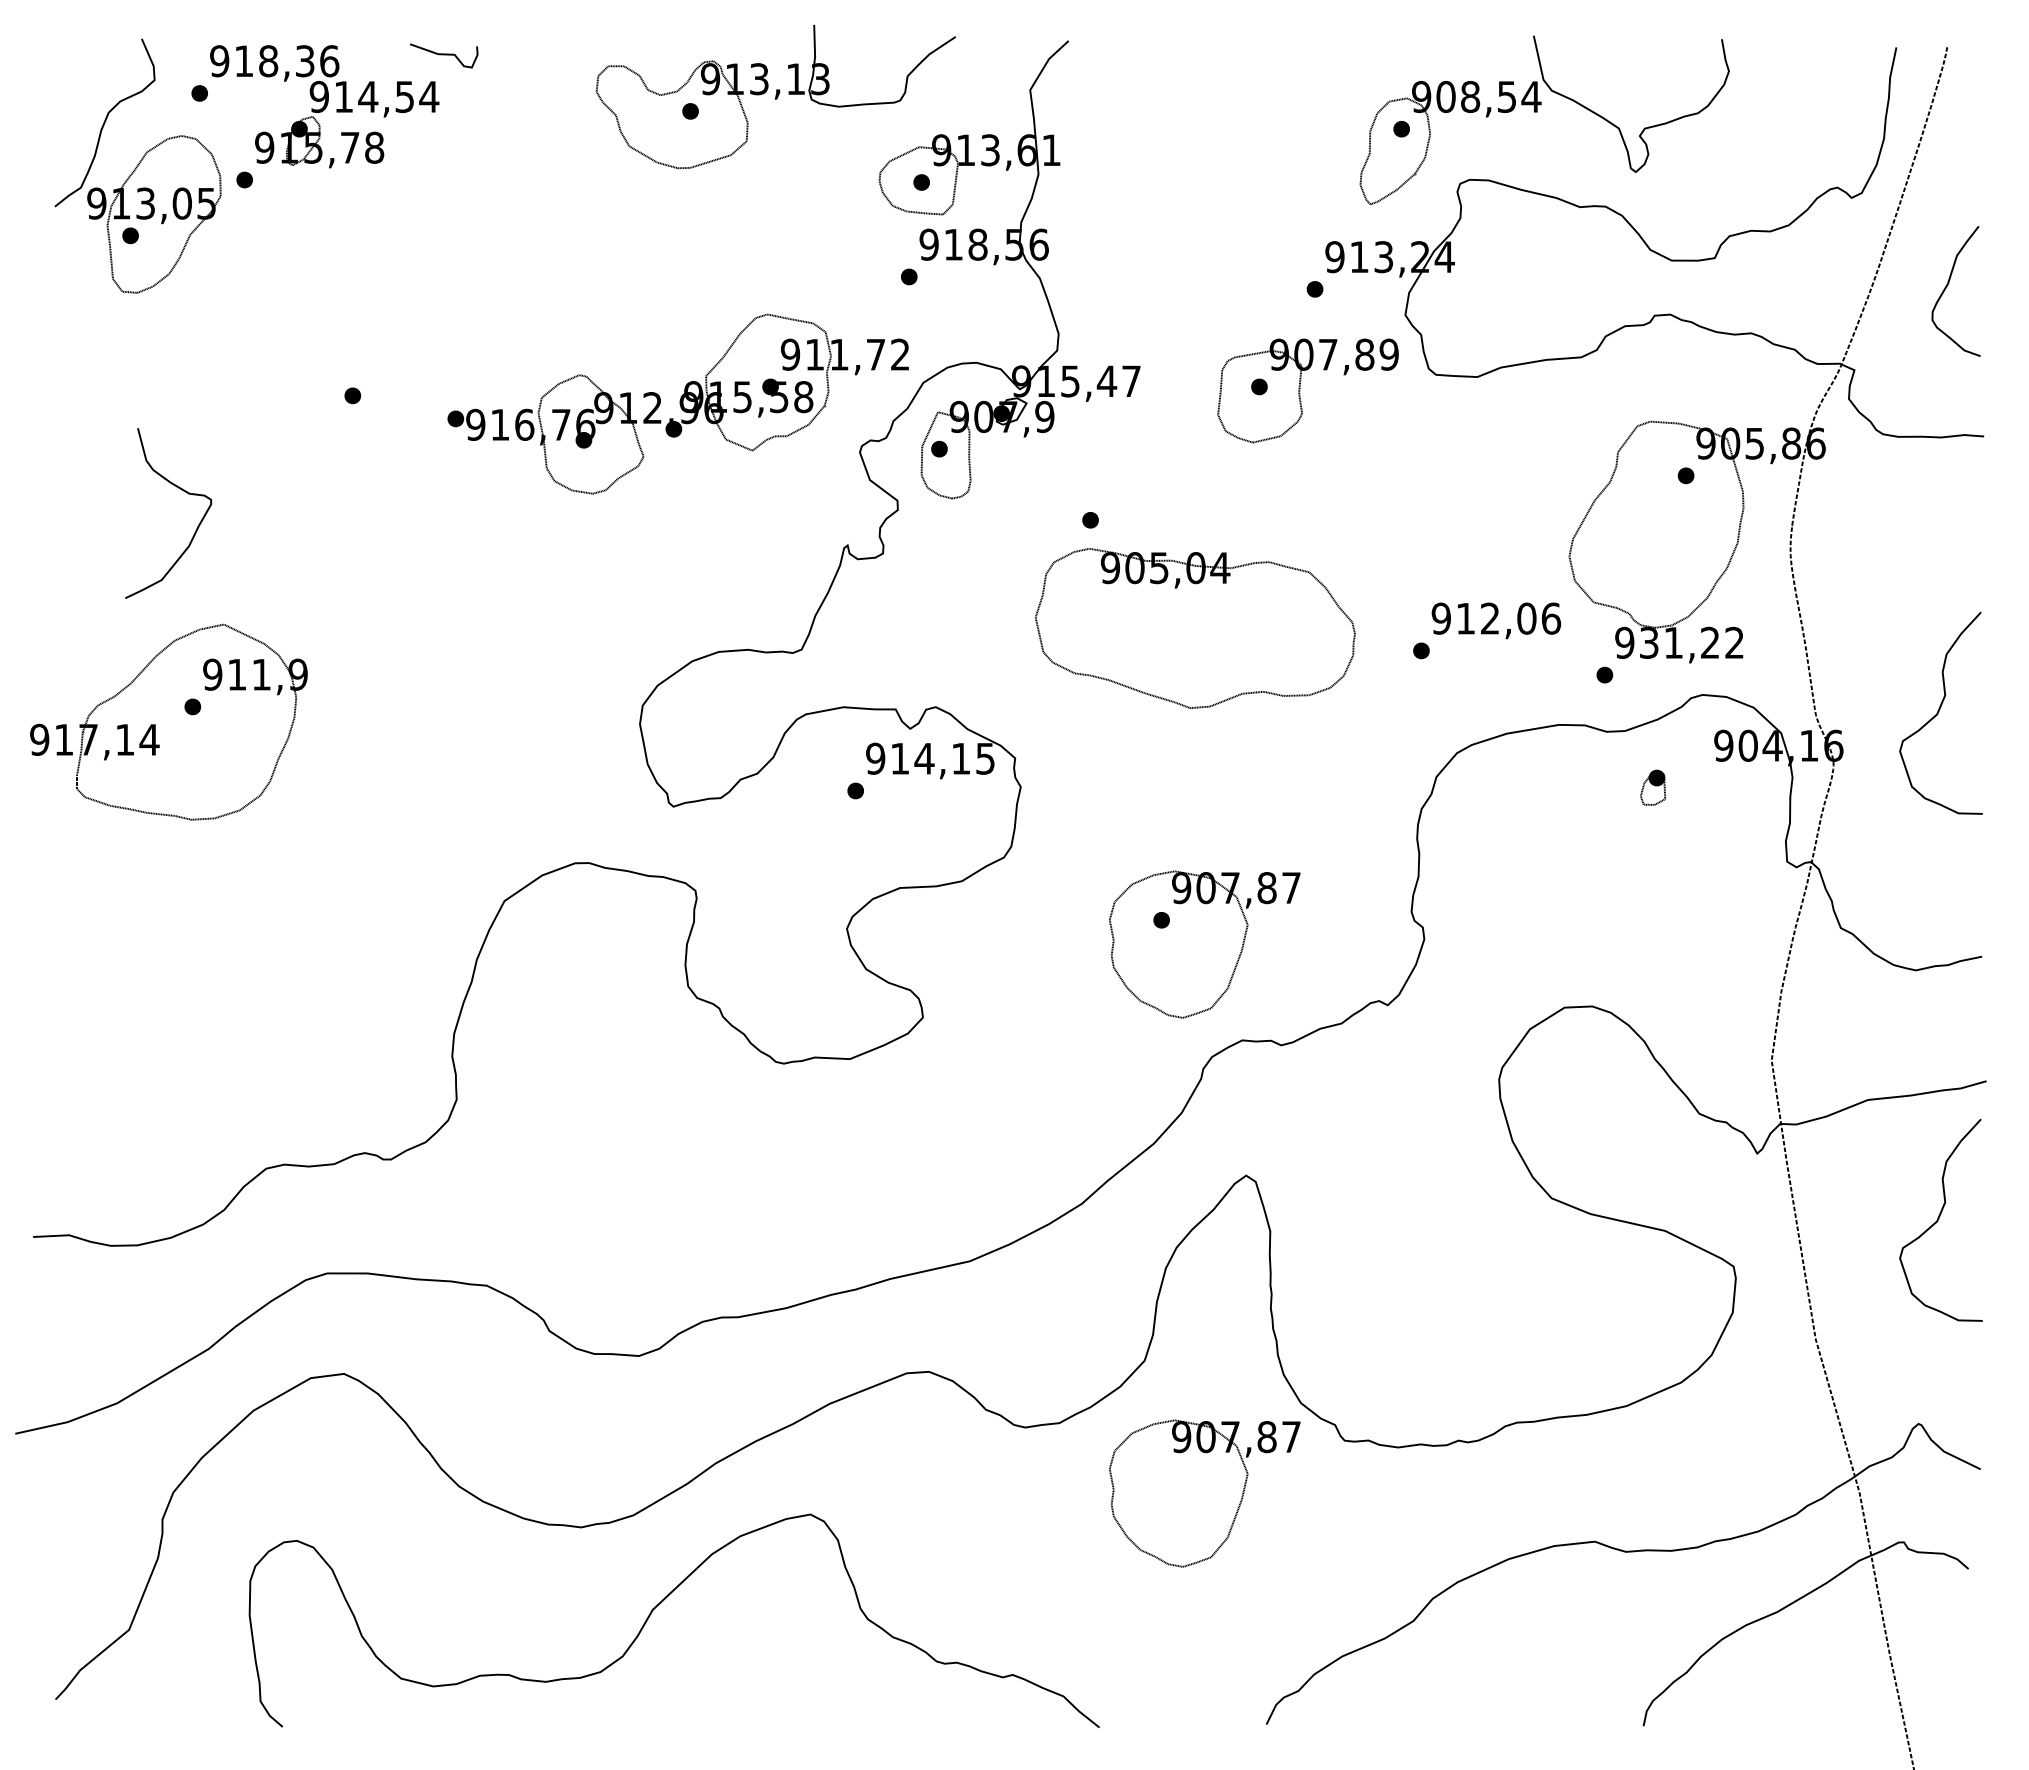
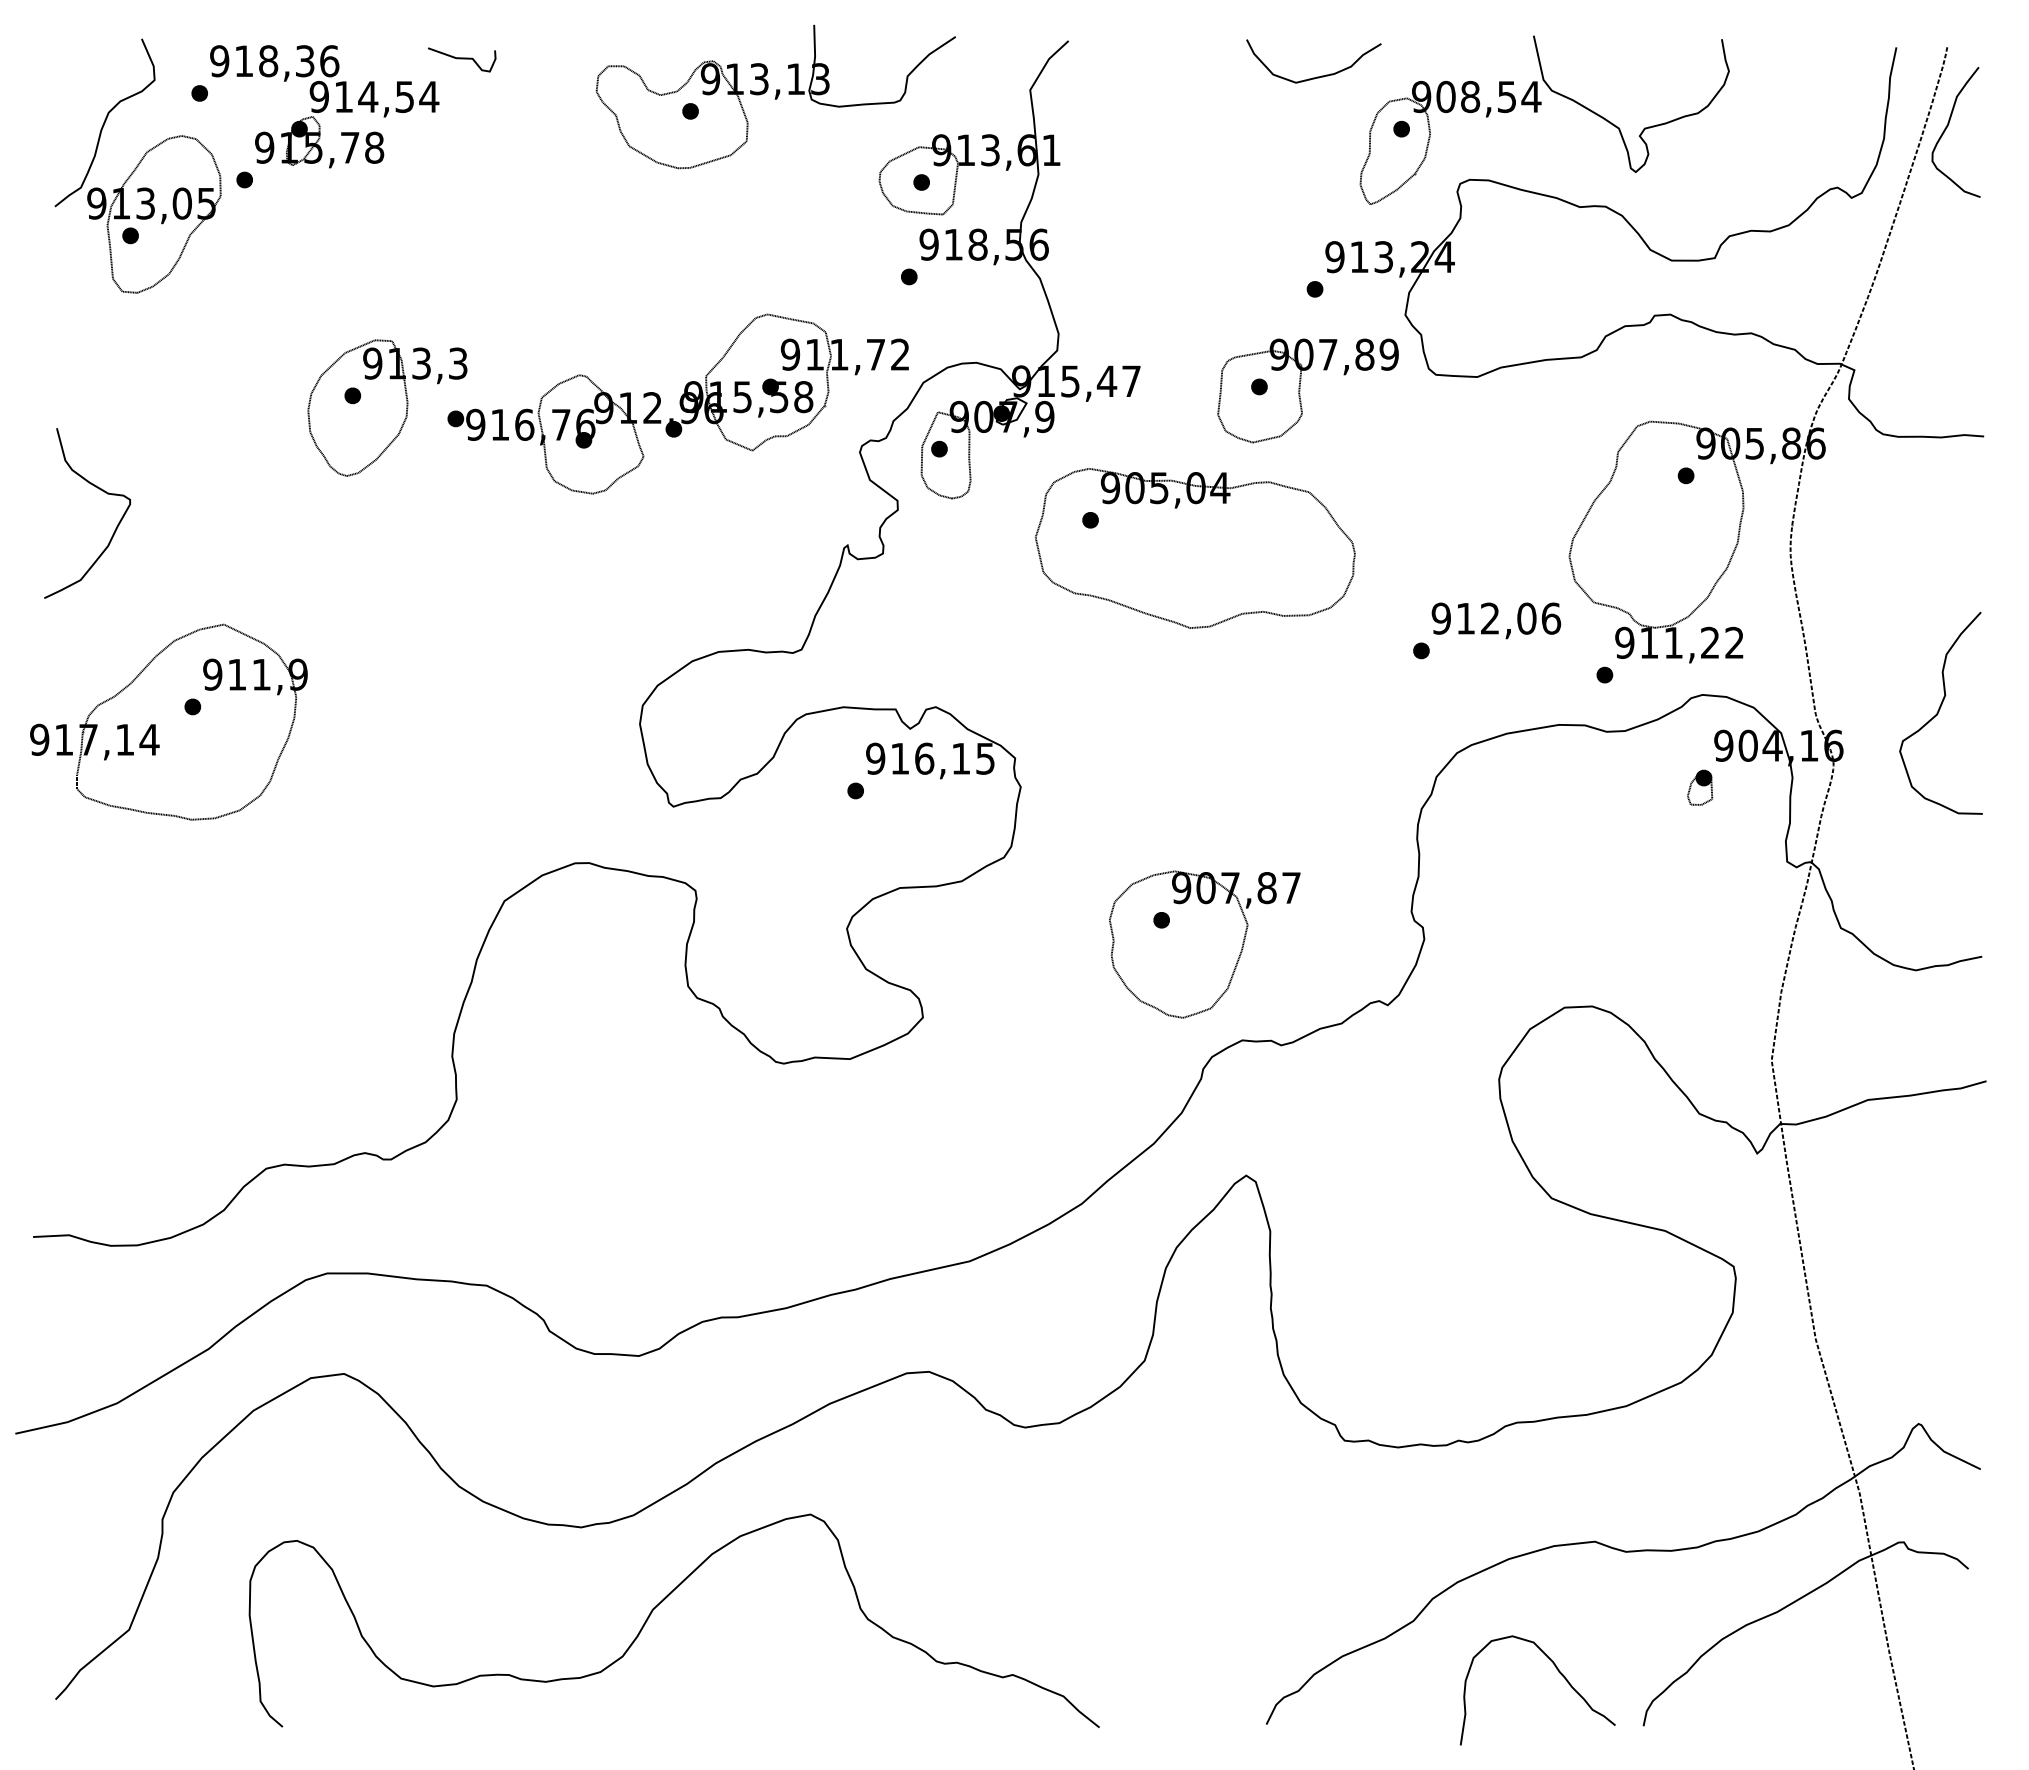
curve at (444, 55) position: (444, 55) -> (462, 59)
curve at (1317, 76): none -> present
curve at (1948, 285) position: (1948, 285) -> (1948, 126)
part at (387, 407): none -> present
curve at (181, 490) position: (181, 490) -> (100, 490)
part at (1194, 628) position: (1194, 628) -> (1194, 548)
text at (1649, 642): 931,22 -> 911,22
text at (924, 758): 914,15 -> 916,15
part at (1653, 787) position: (1653, 787) -> (1700, 787)
curve at (1939, 1218): present -> none
part at (1204, 1493): present -> none
curve at (1558, 1672): none -> present
